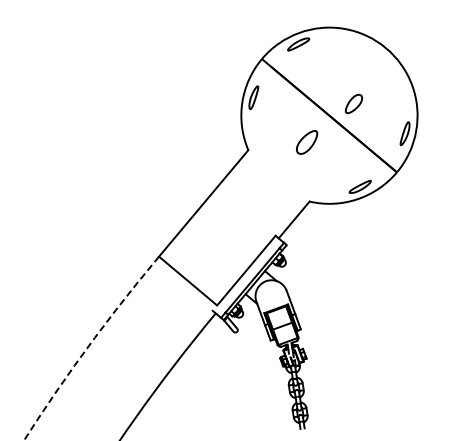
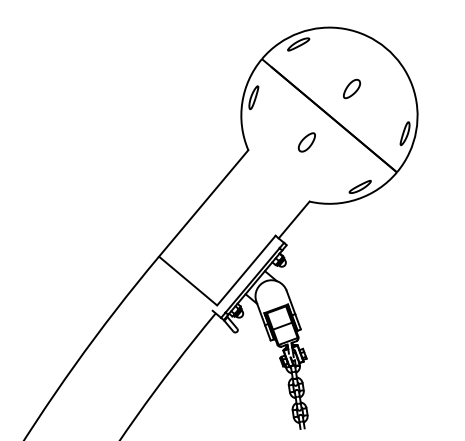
part at (354, 103) position: (354, 103) -> (352, 88)
part at (307, 142) size: 23x25 px -> 19x21 px
arc at (87, 347): dashed -> solid
